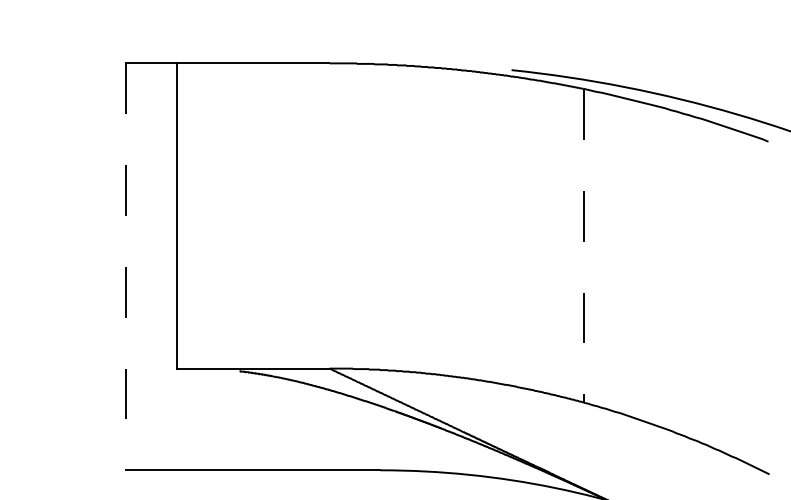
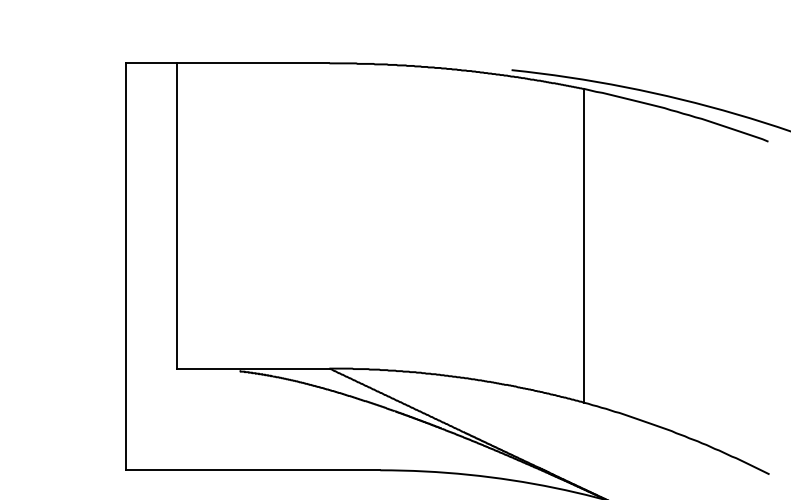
line at (583, 245): dashed -> solid
line at (125, 267): dashed -> solid
